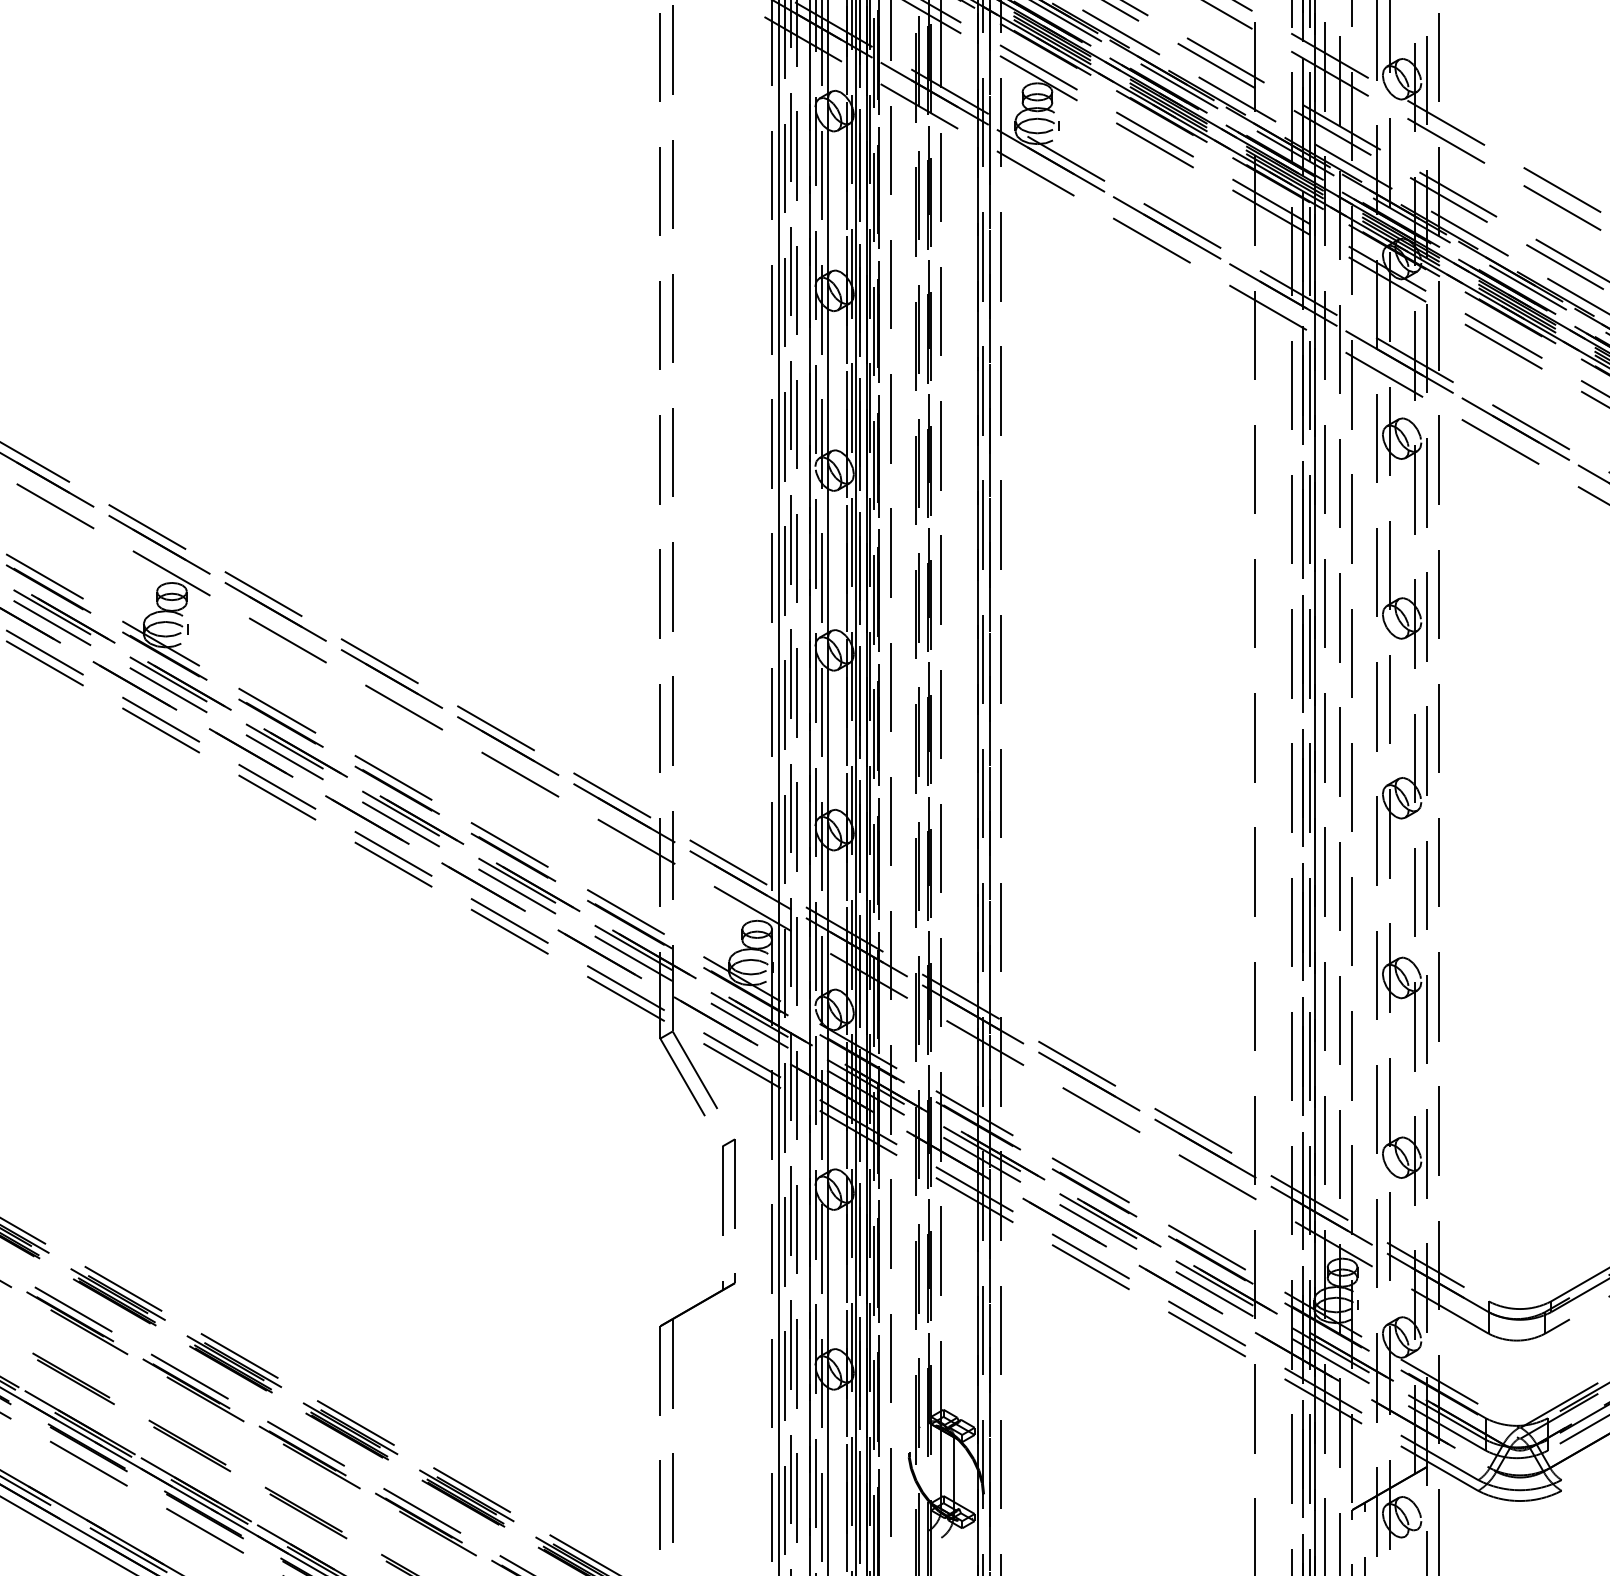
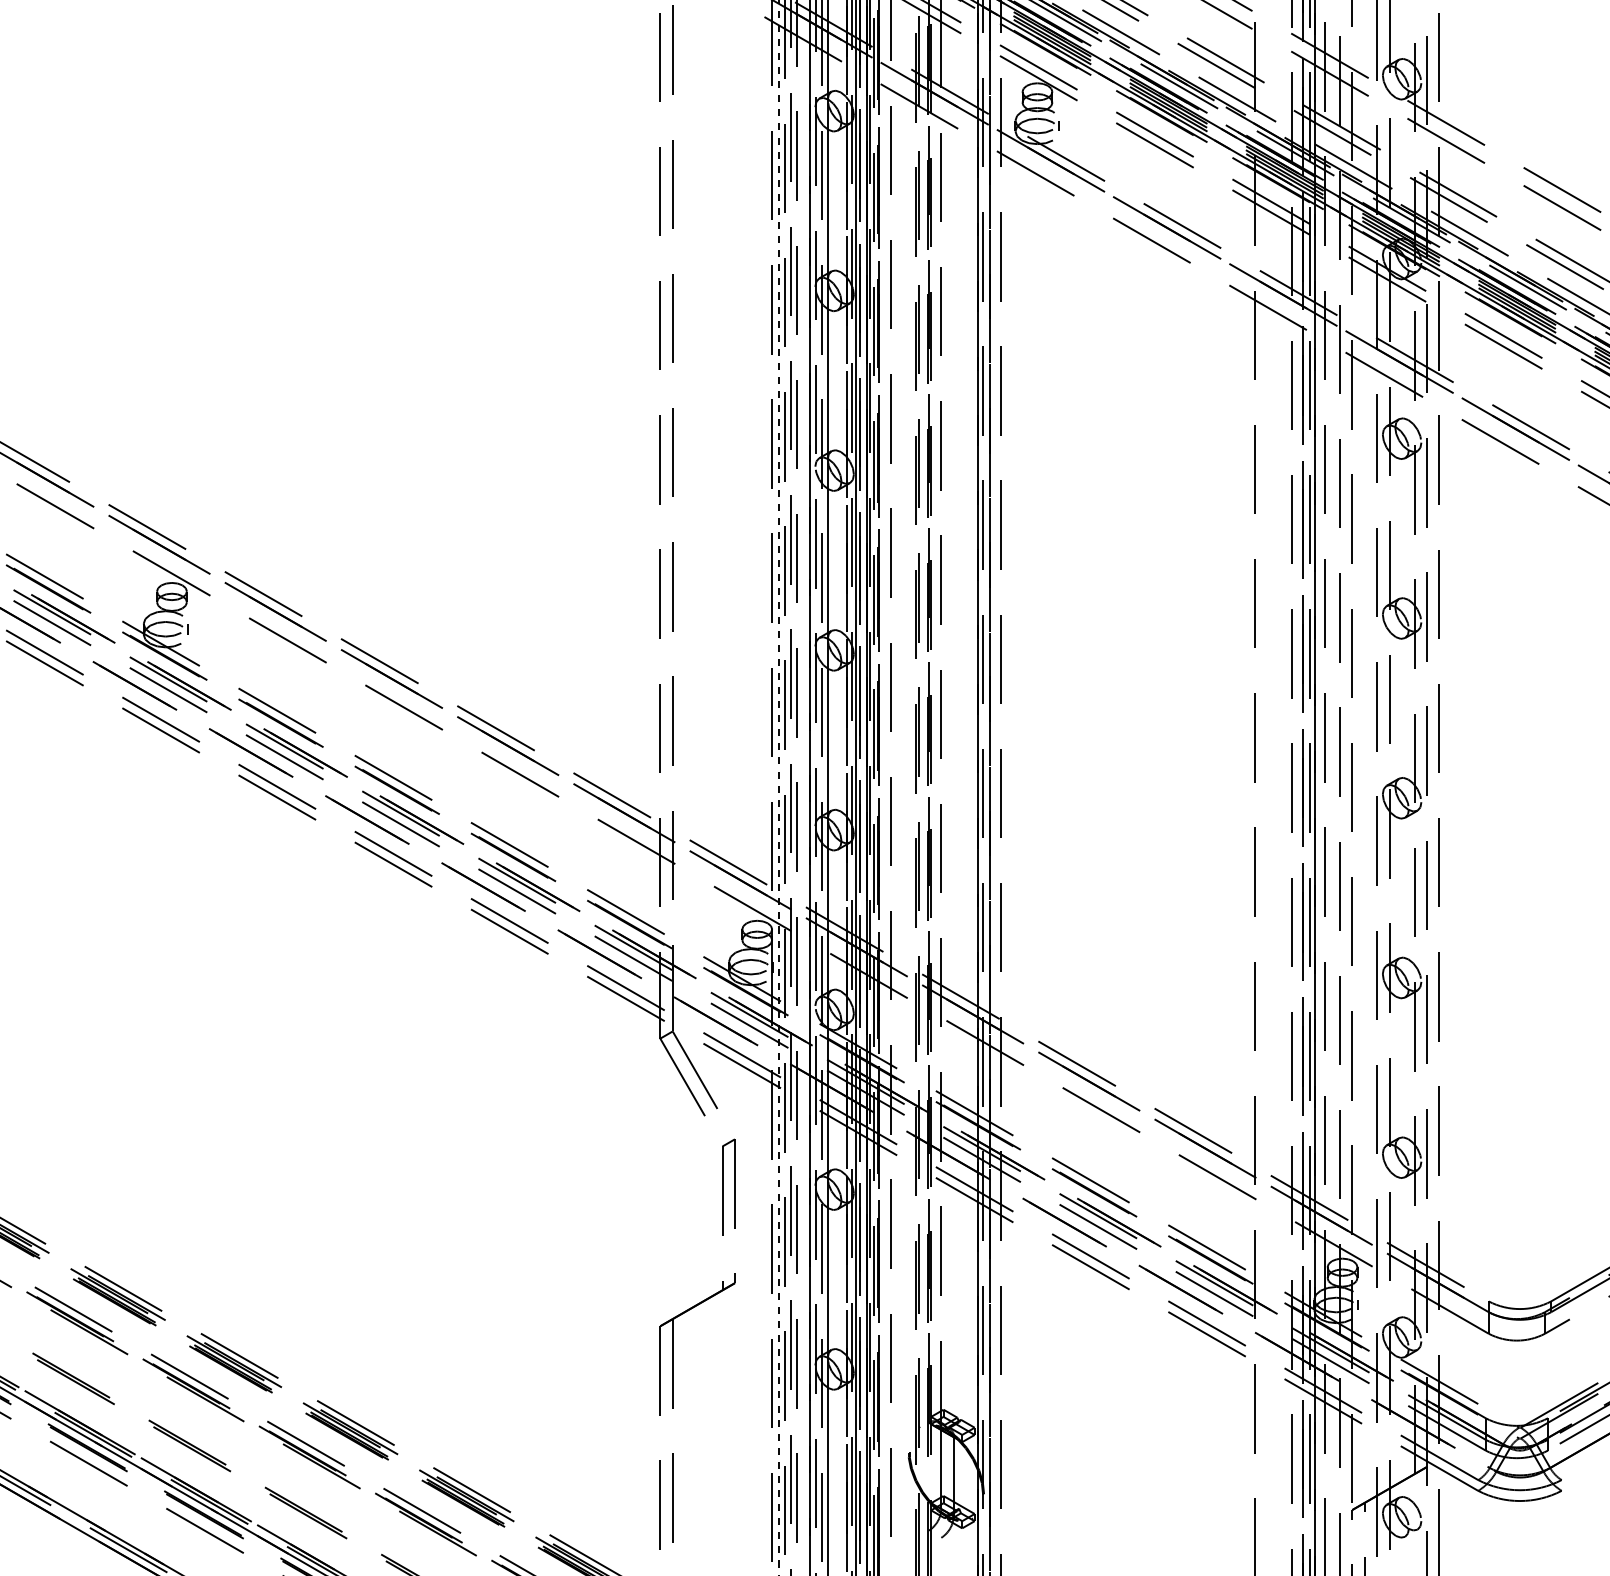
line at (778, 788): solid -> dashed
line at (67, 1534): present -> none
